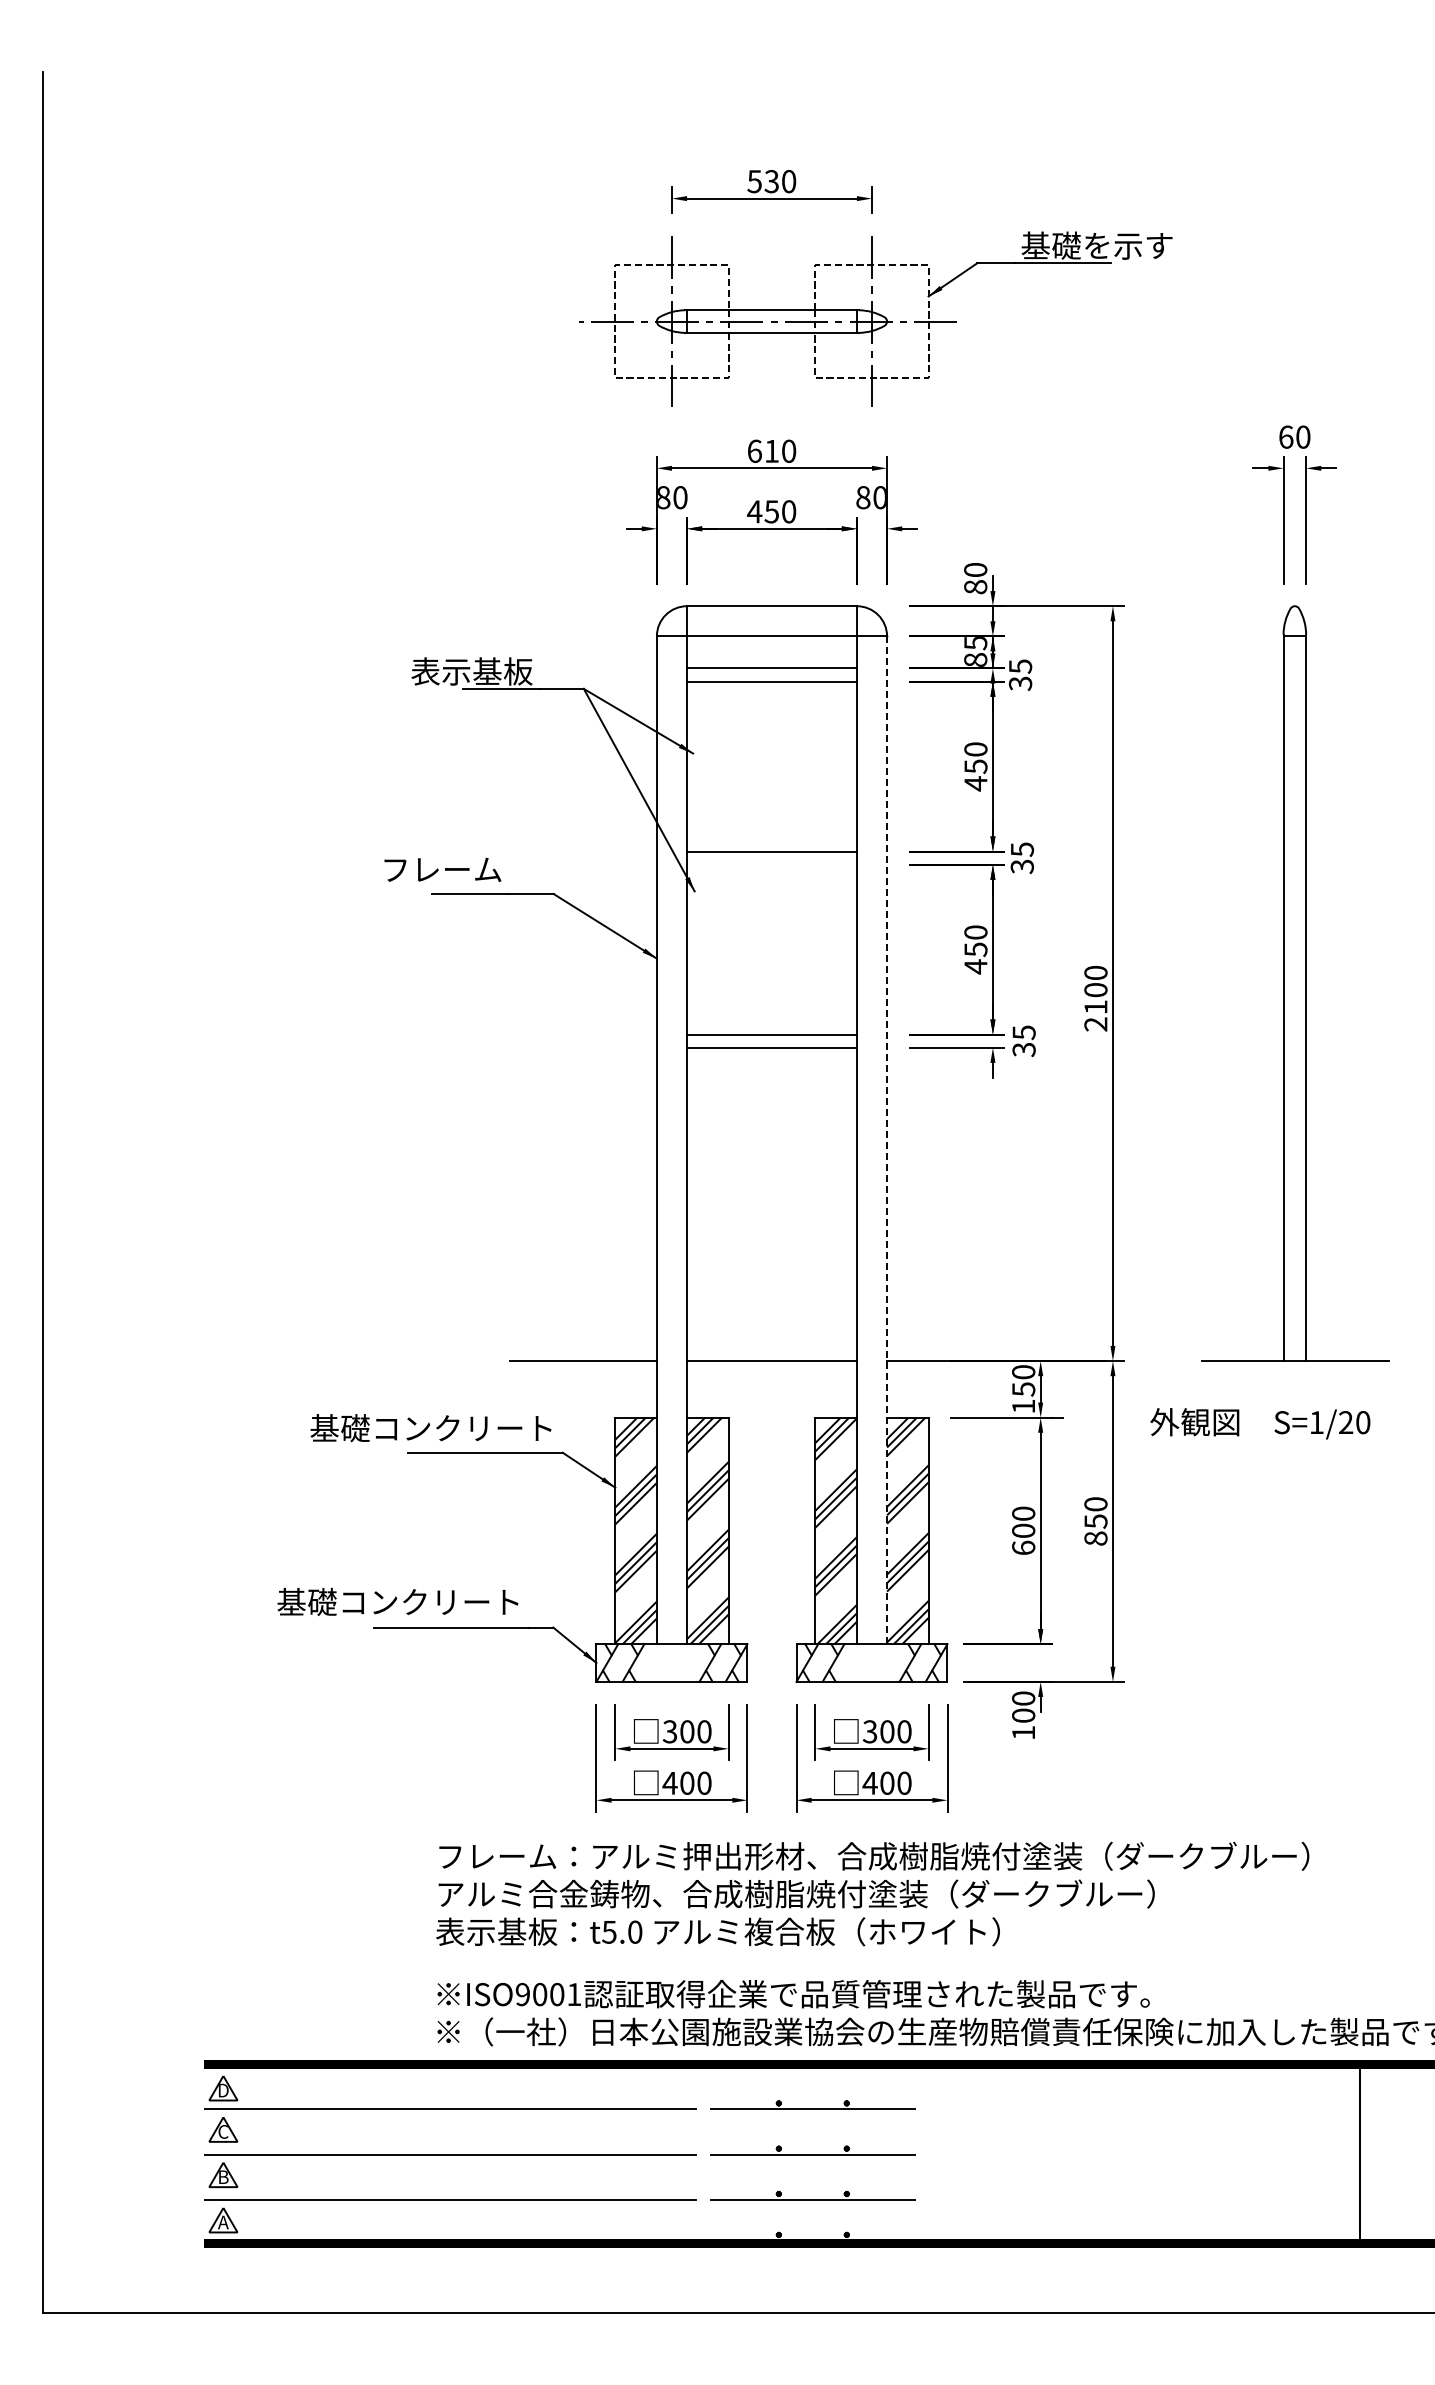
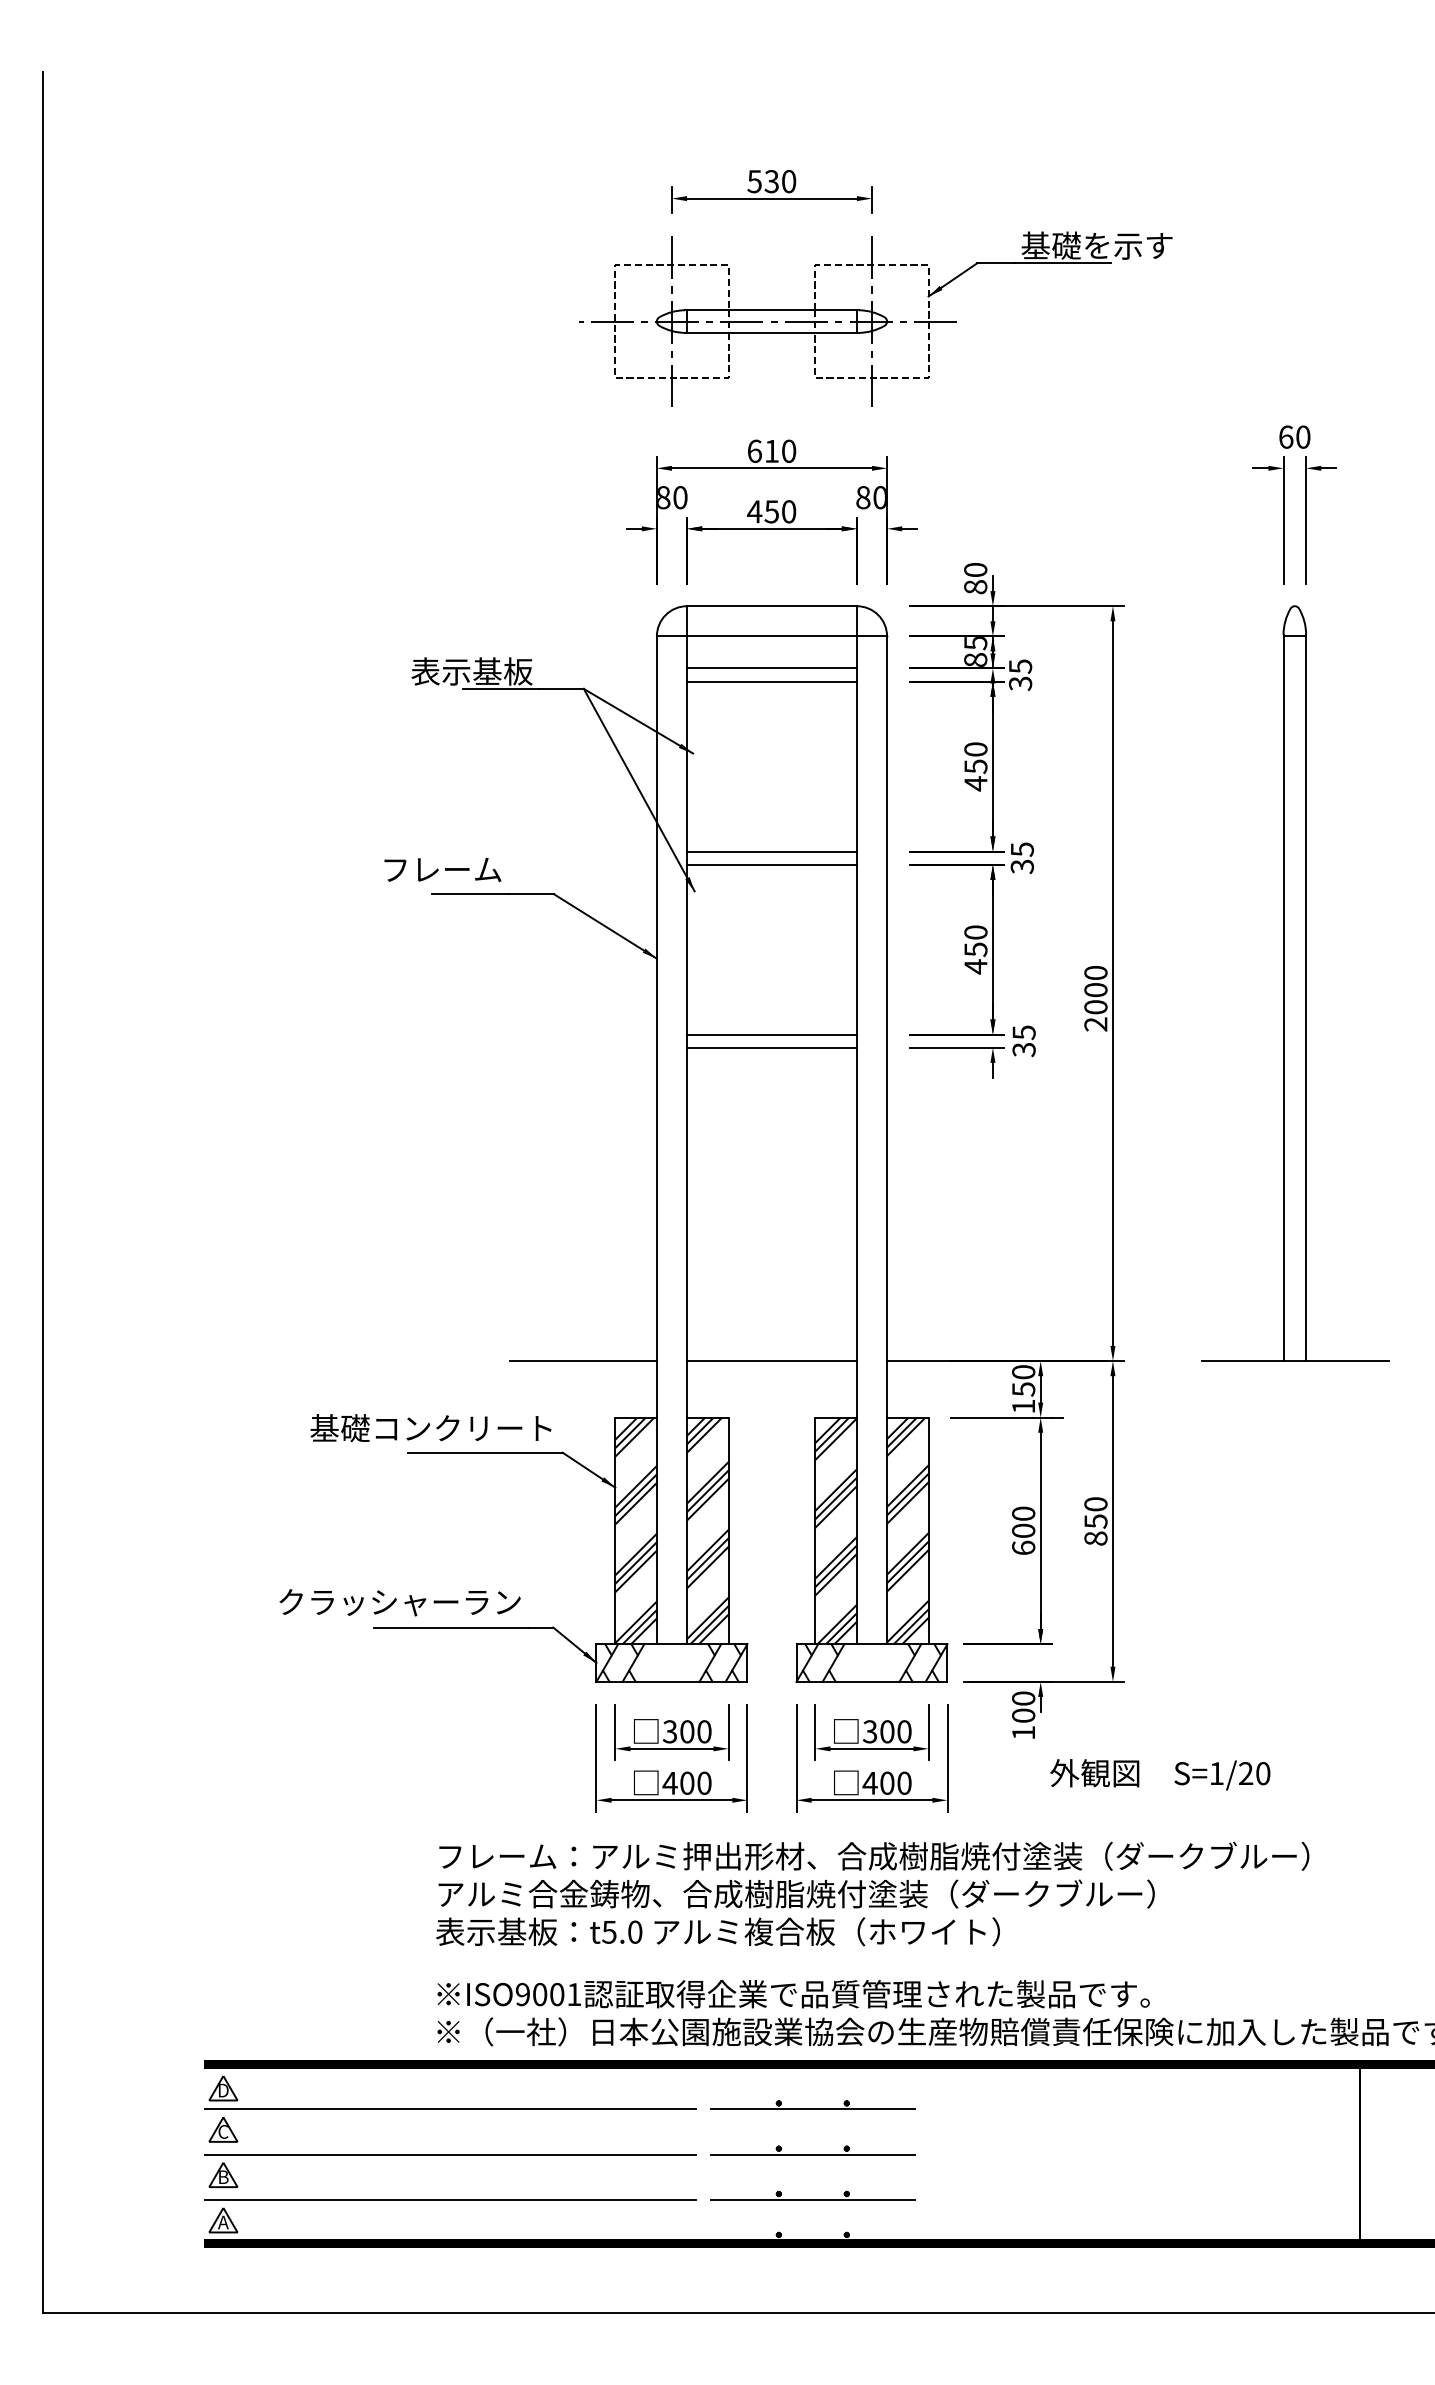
line at (771, 864): none -> present
text at (1095, 1007): 2100 -> 2000
line at (887, 1140): dashed -> solid
text at (1260, 1423) position: (1260, 1423) -> (1160, 1774)
text at (398, 1601): 基礎コンクリート -> クラッシャーラン
